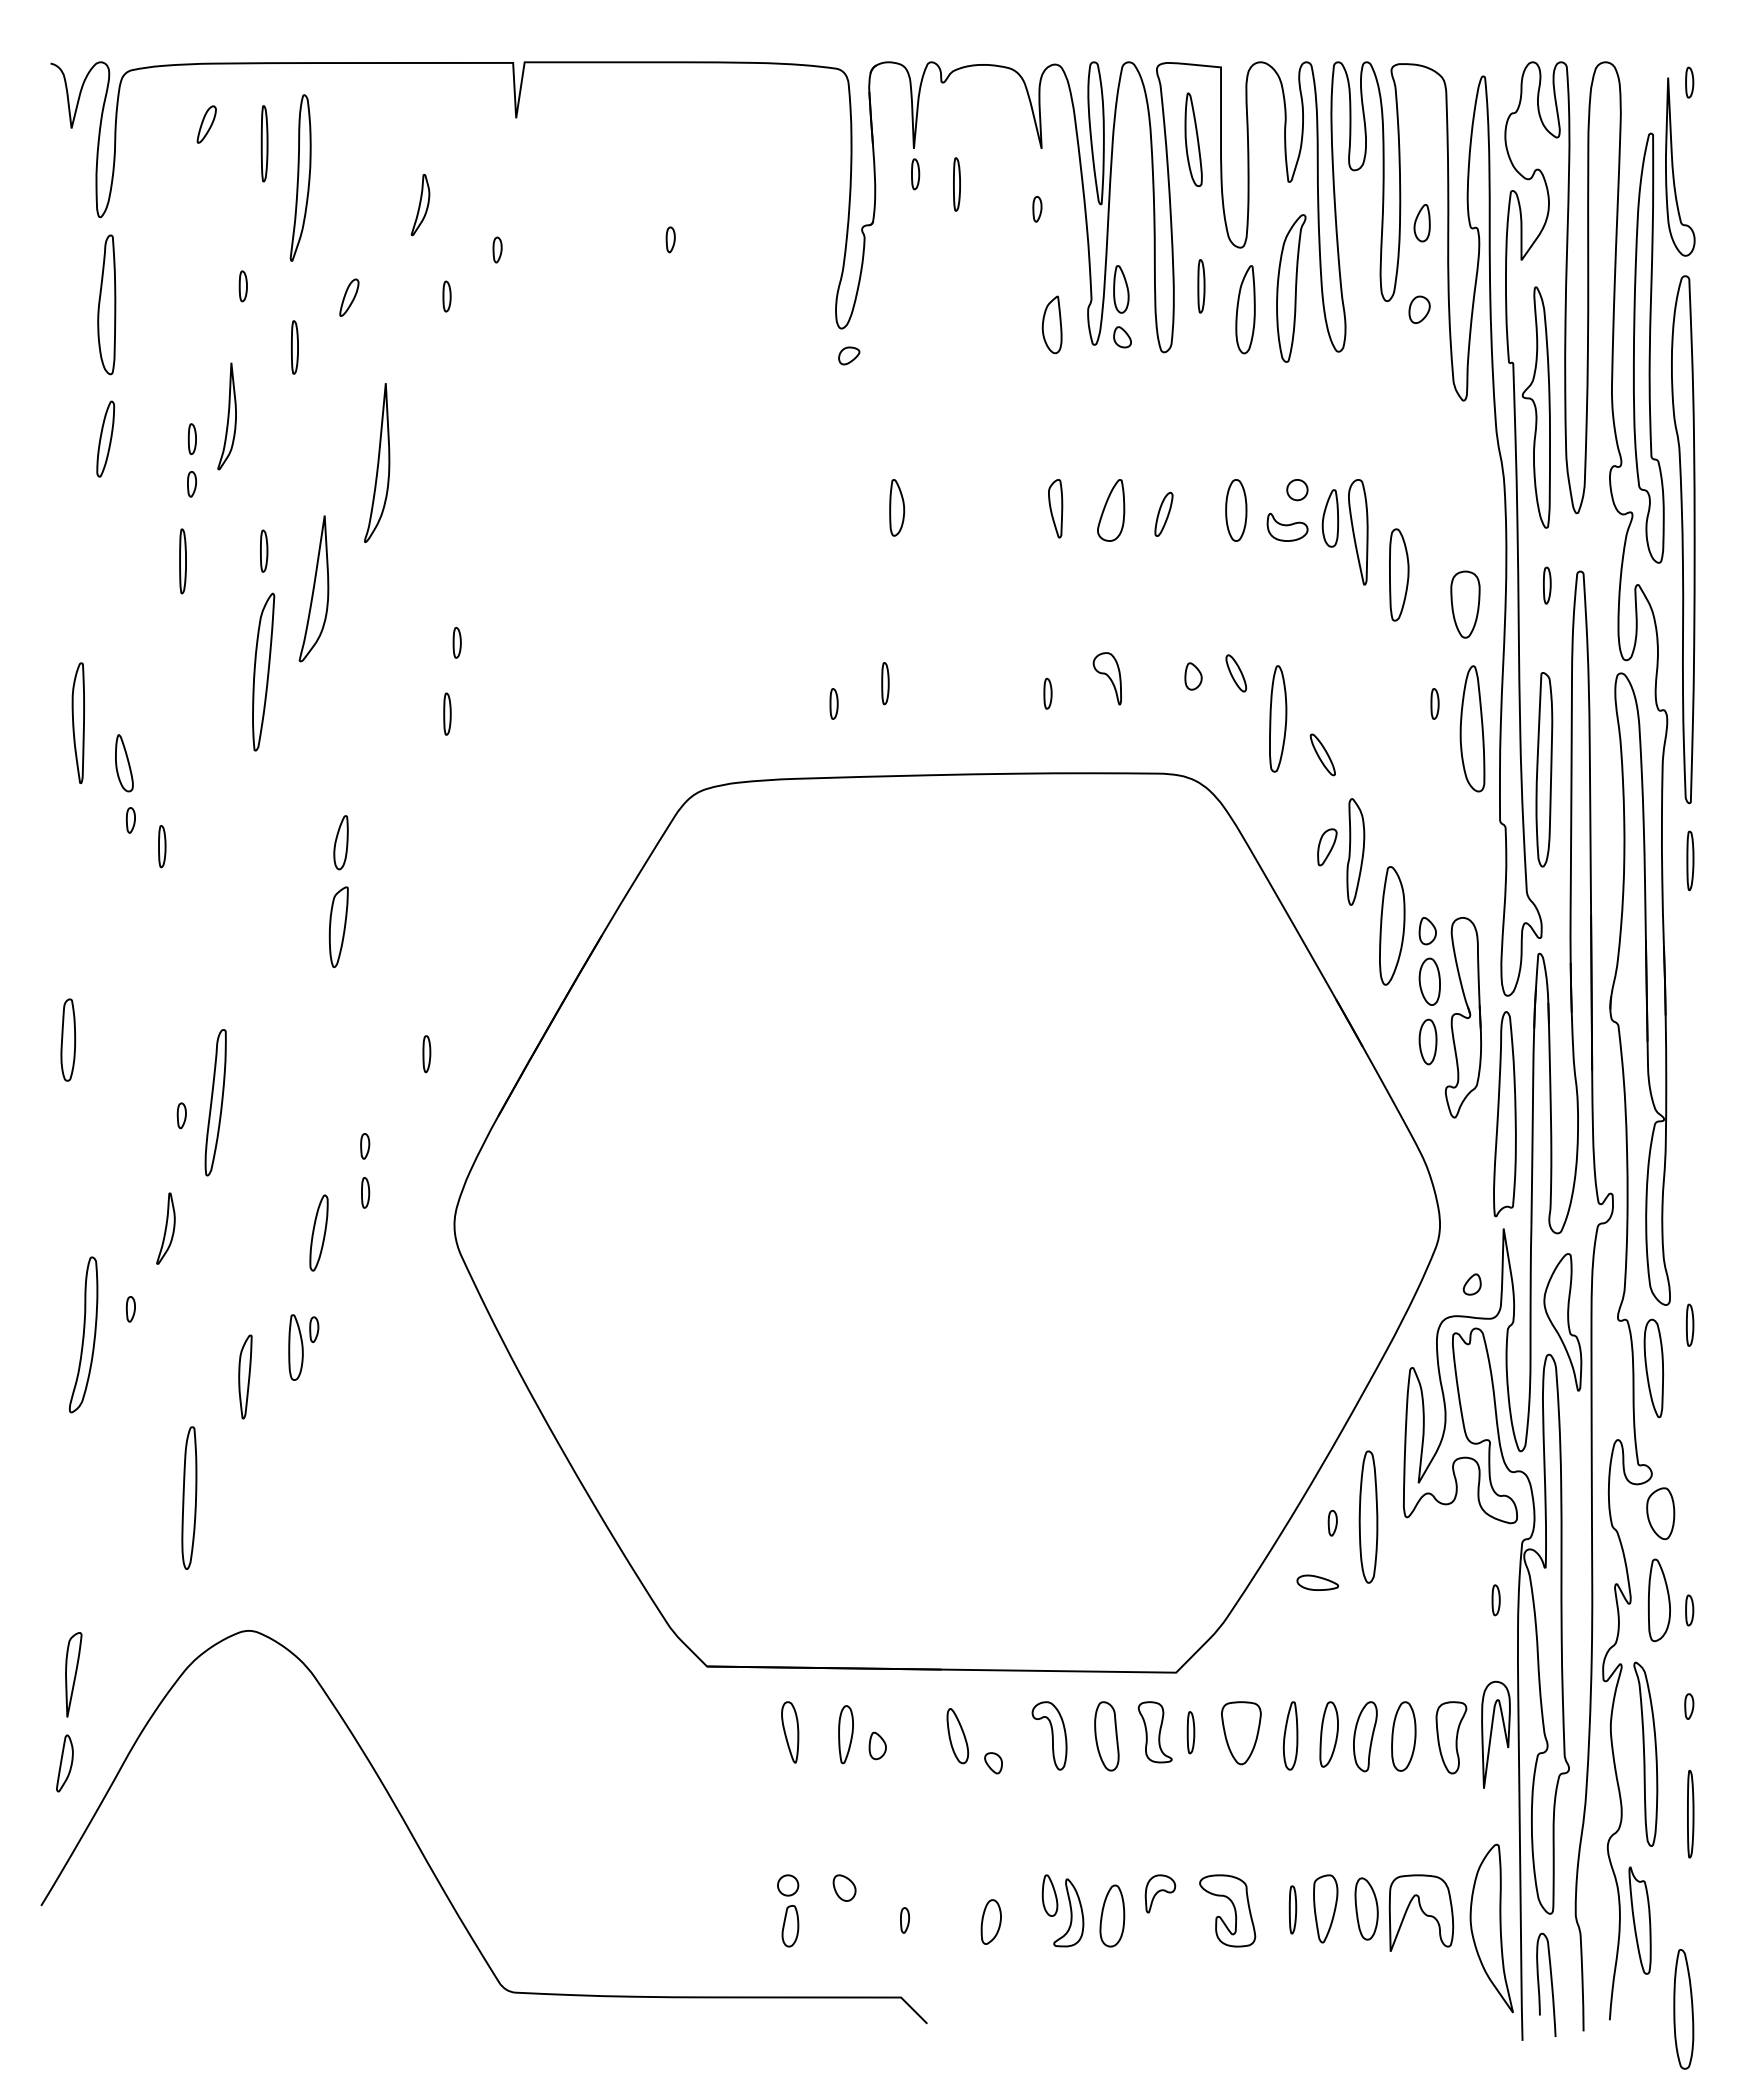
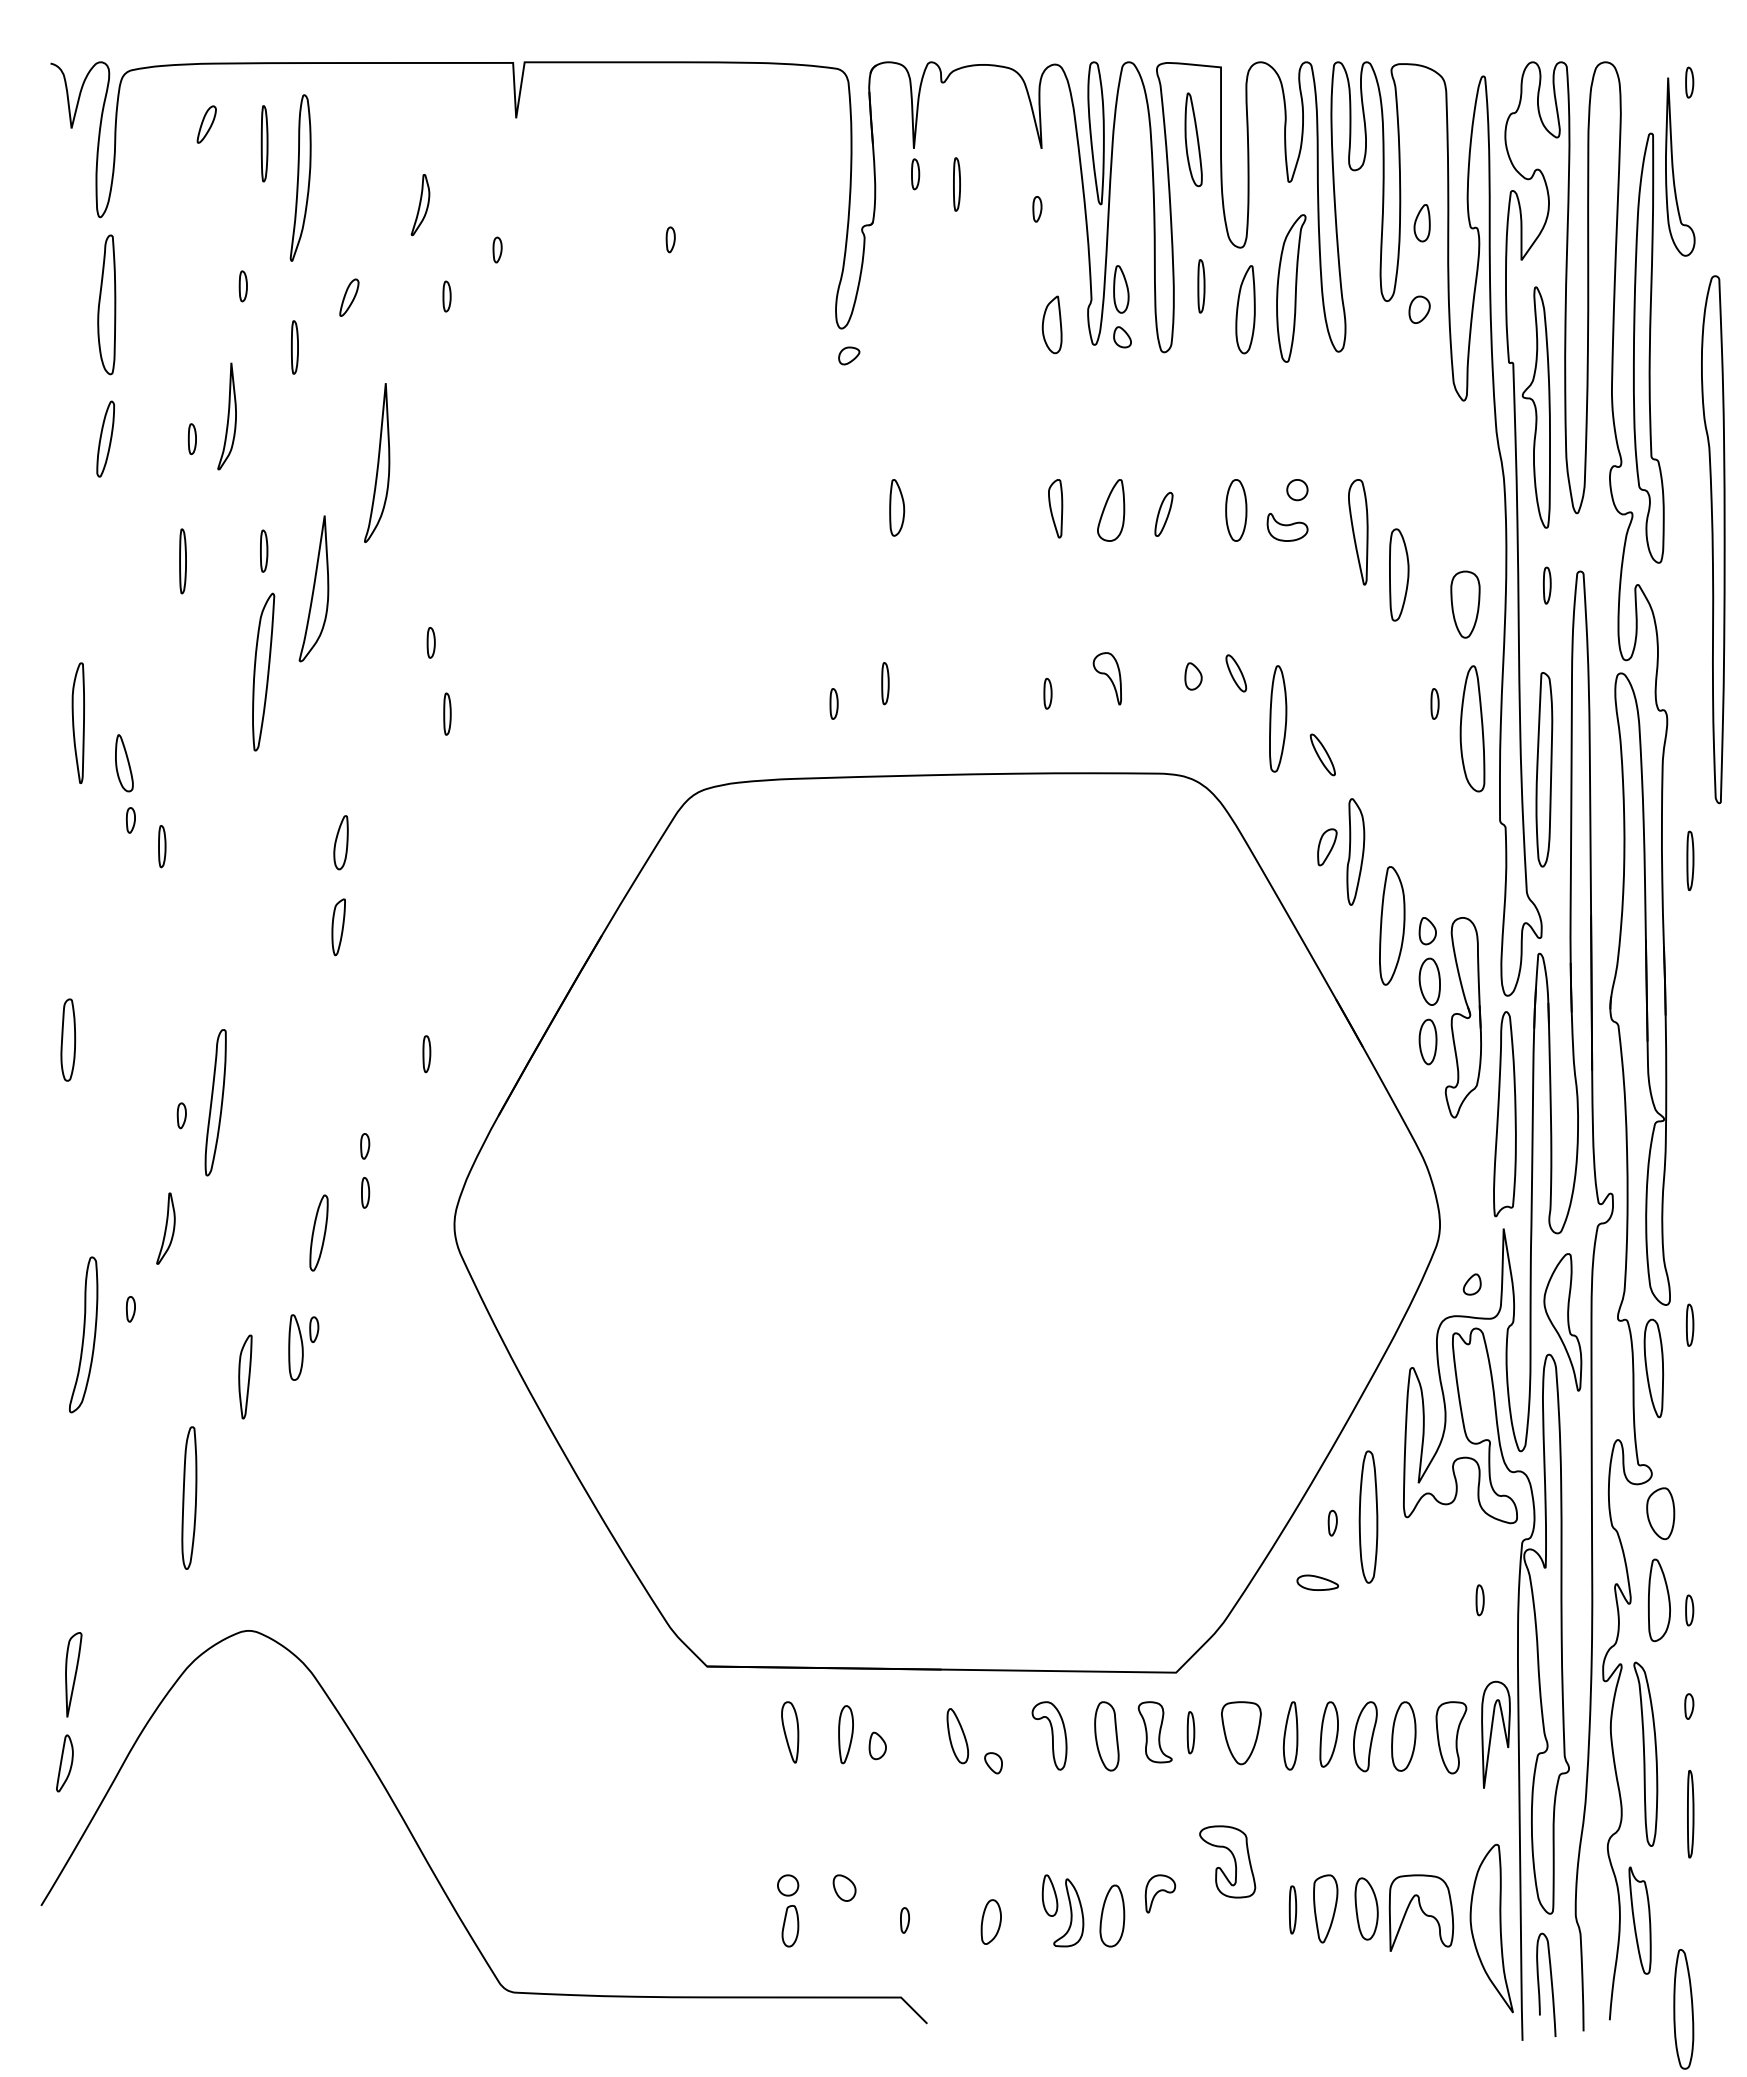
part at (191, 484): present -> none
part at (1330, 518): present -> none
part at (1683, 539) position: (1683, 539) -> (1713, 539)
part at (456, 642) position: (456, 642) -> (430, 642)
part at (338, 927) size: 21x83 px -> 15x59 px
part at (1495, 1600) position: (1495, 1600) -> (1479, 1600)
part at (1233, 1907) position: (1233, 1907) -> (1233, 1858)
